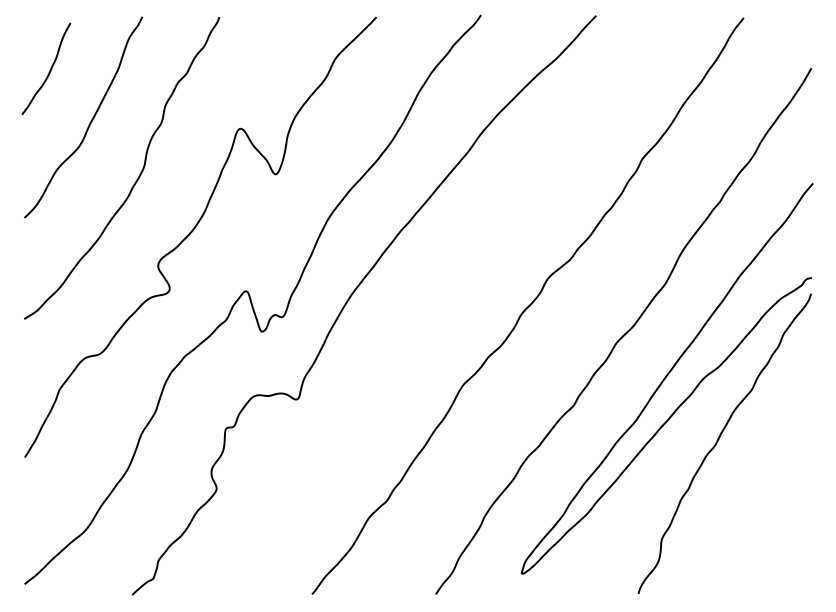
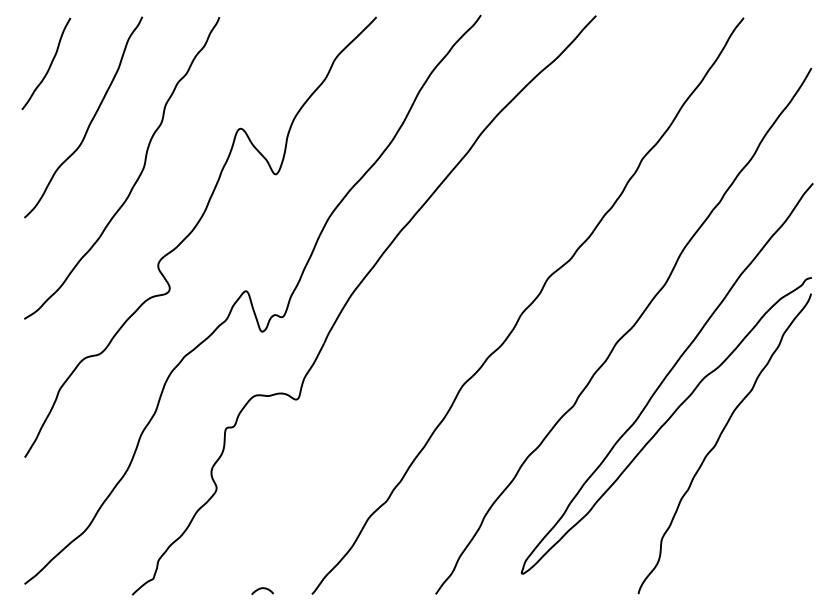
curve at (49, 70) position: (49, 70) -> (49, 65)
curve at (262, 589): none -> present
